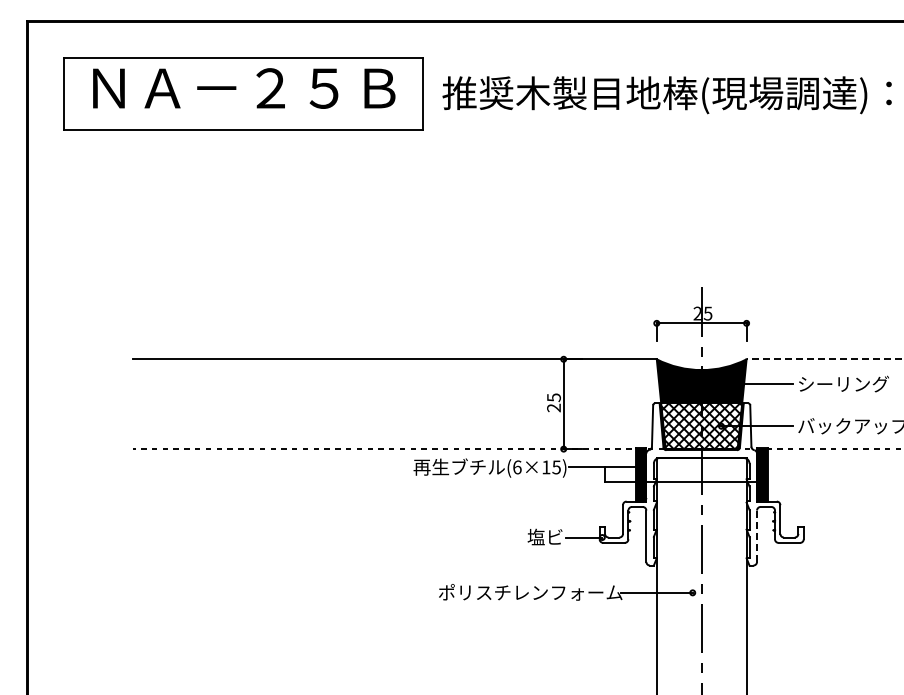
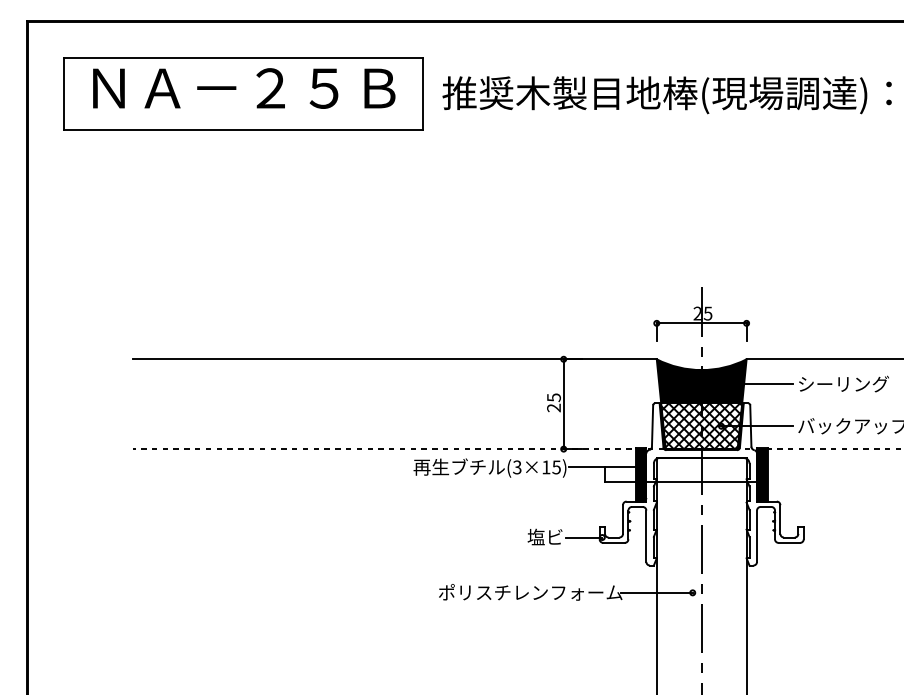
line at (824, 359): dashed -> solid
text at (517, 467): (6×15) -> (3×15)
line at (757, 536): dashed -> solid
